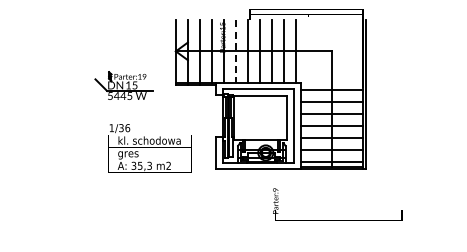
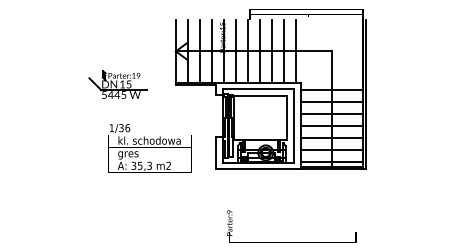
line at (235, 51): dashed -> solid
part at (123, 85) position: (123, 85) -> (117, 84)
text at (337, 204) position: (337, 204) -> (291, 226)
